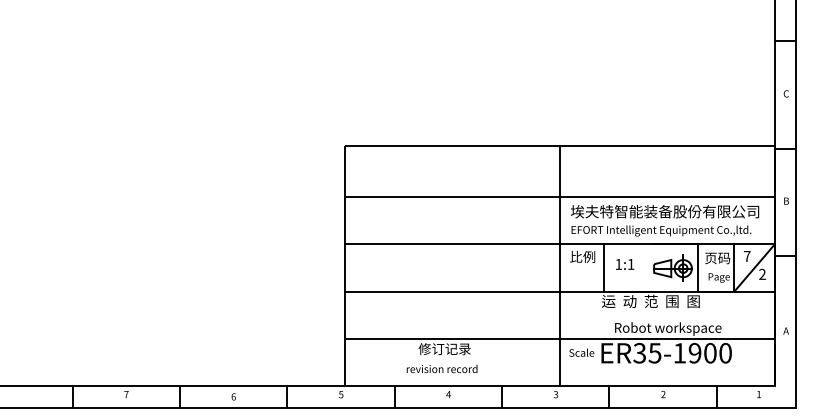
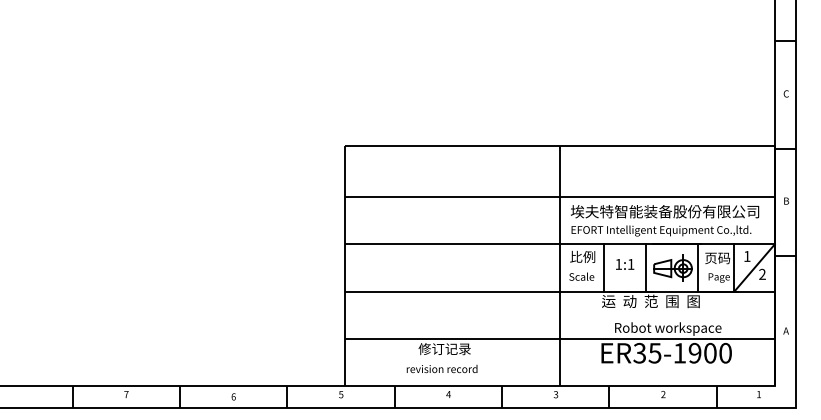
text at (747, 256): 7 -> 1
line at (646, 267): none -> present
text at (581, 352) position: (581, 352) -> (581, 276)
